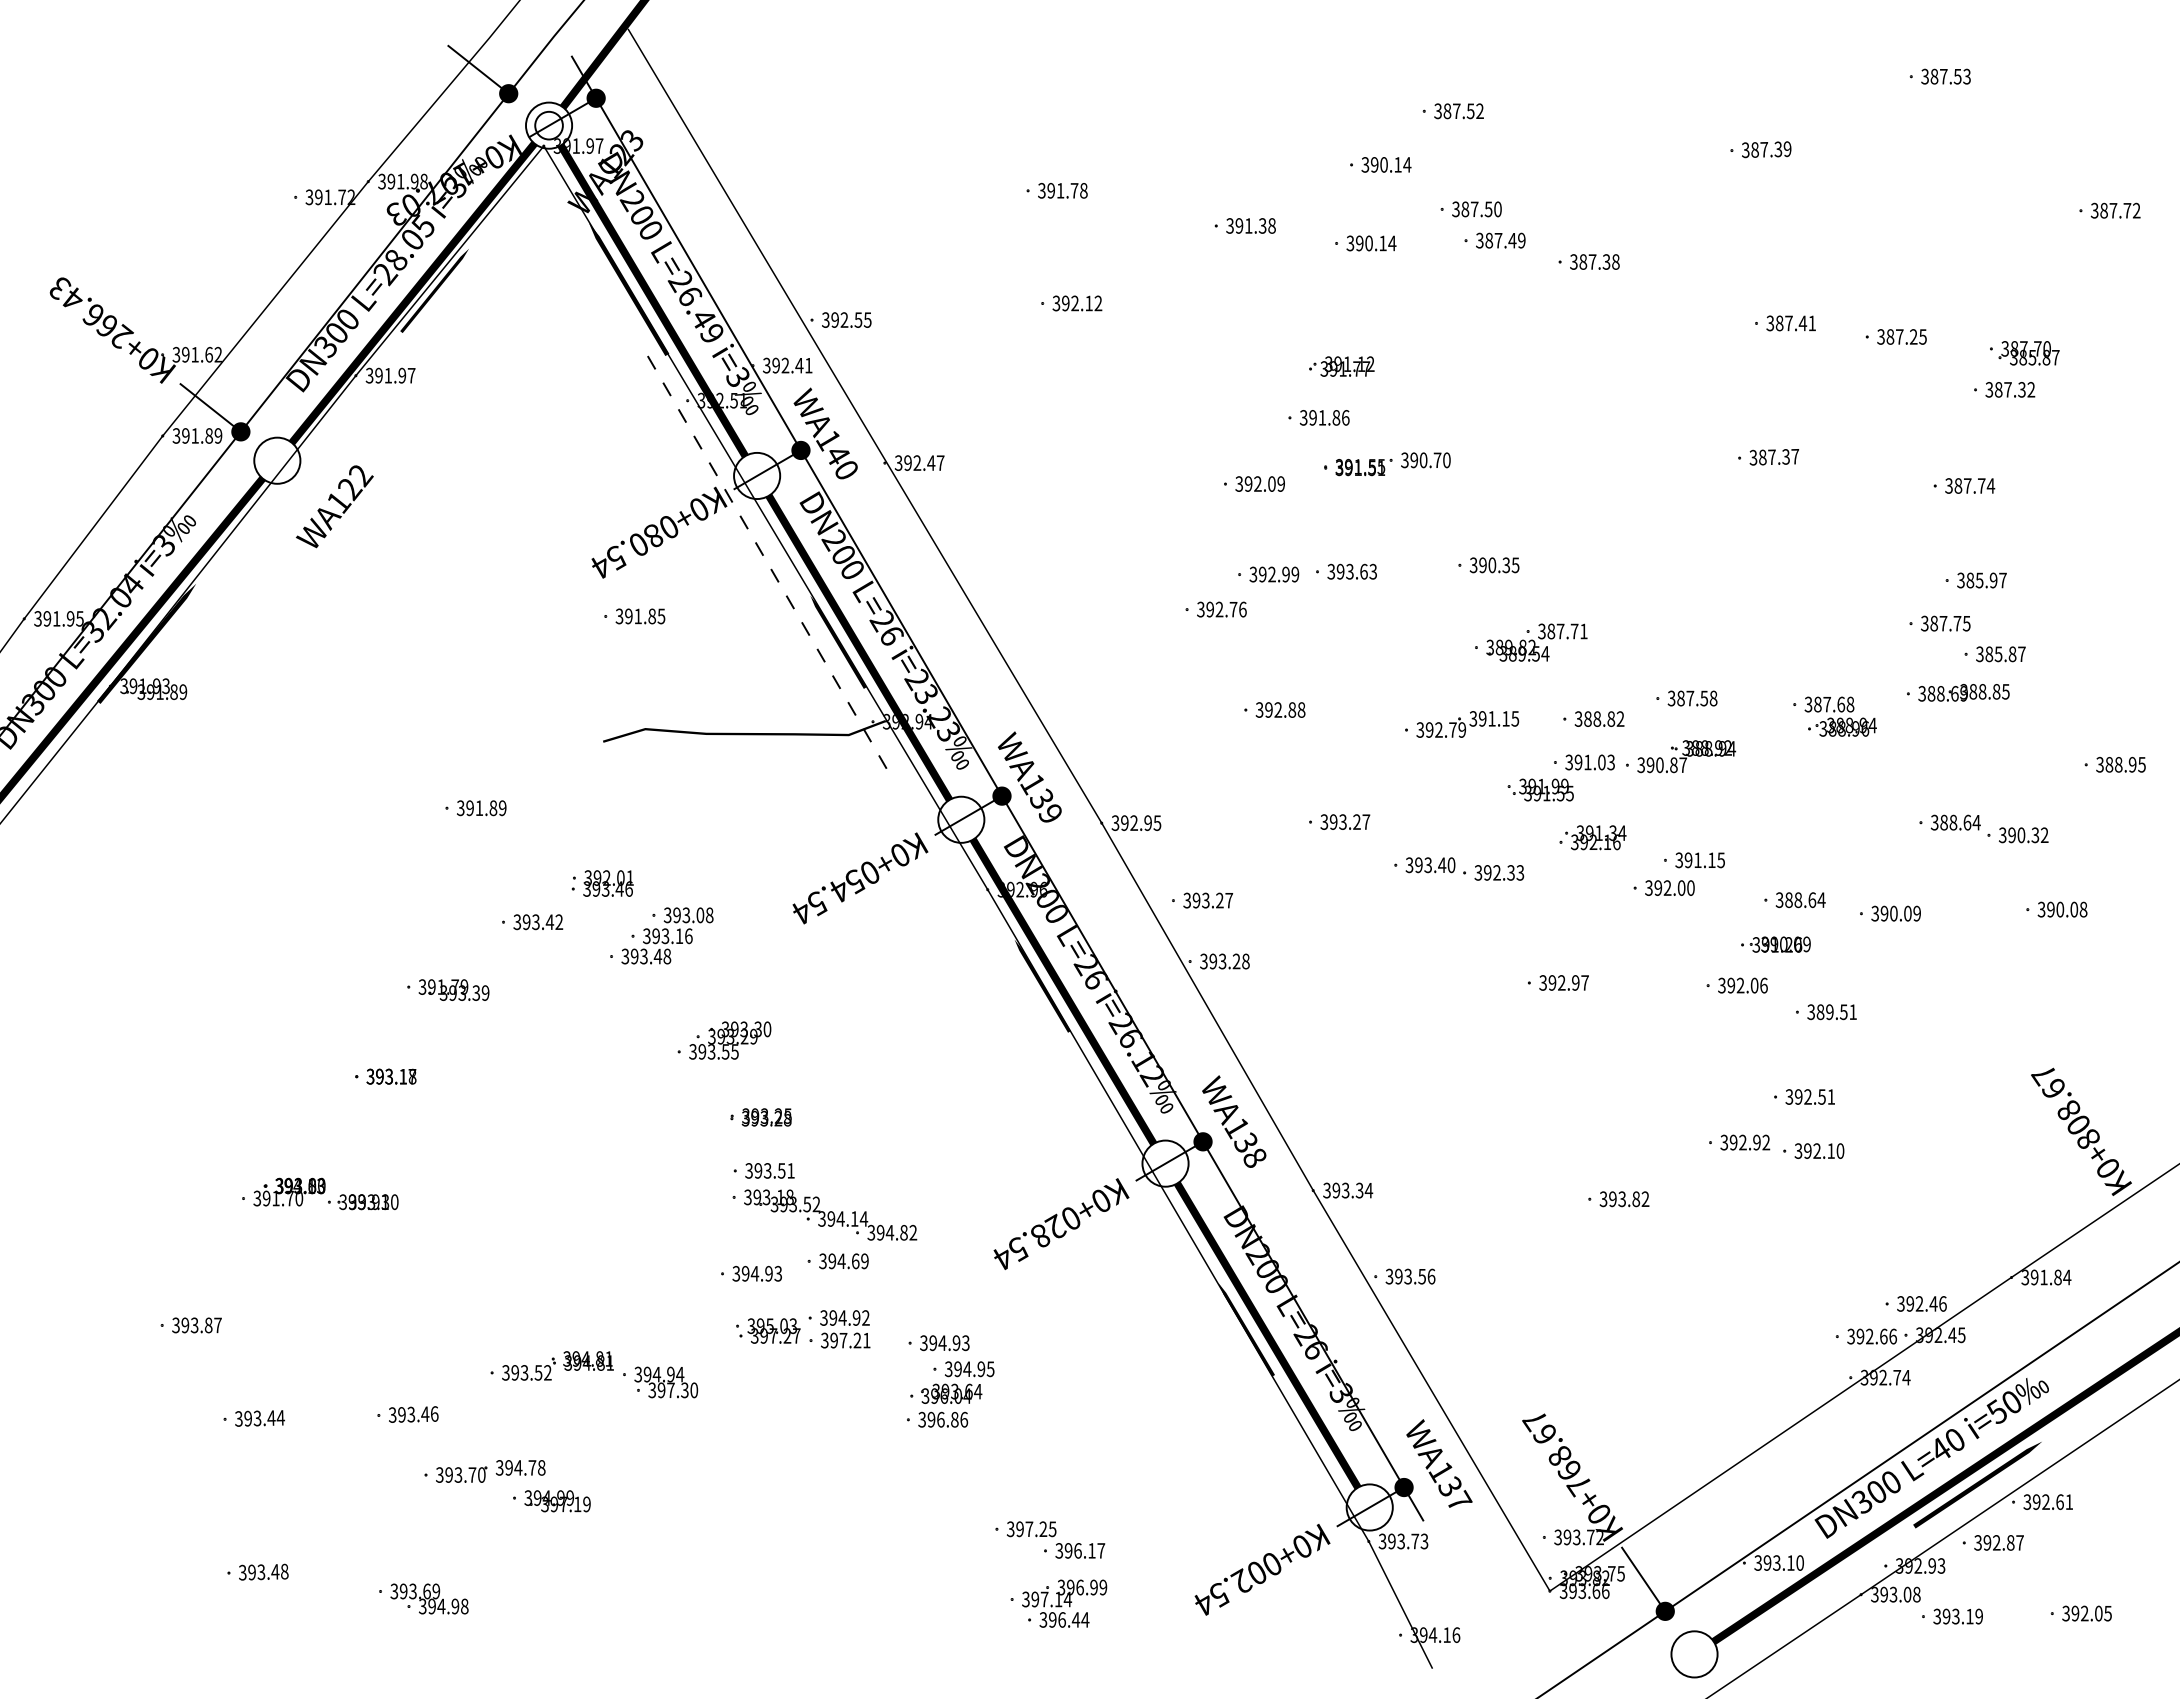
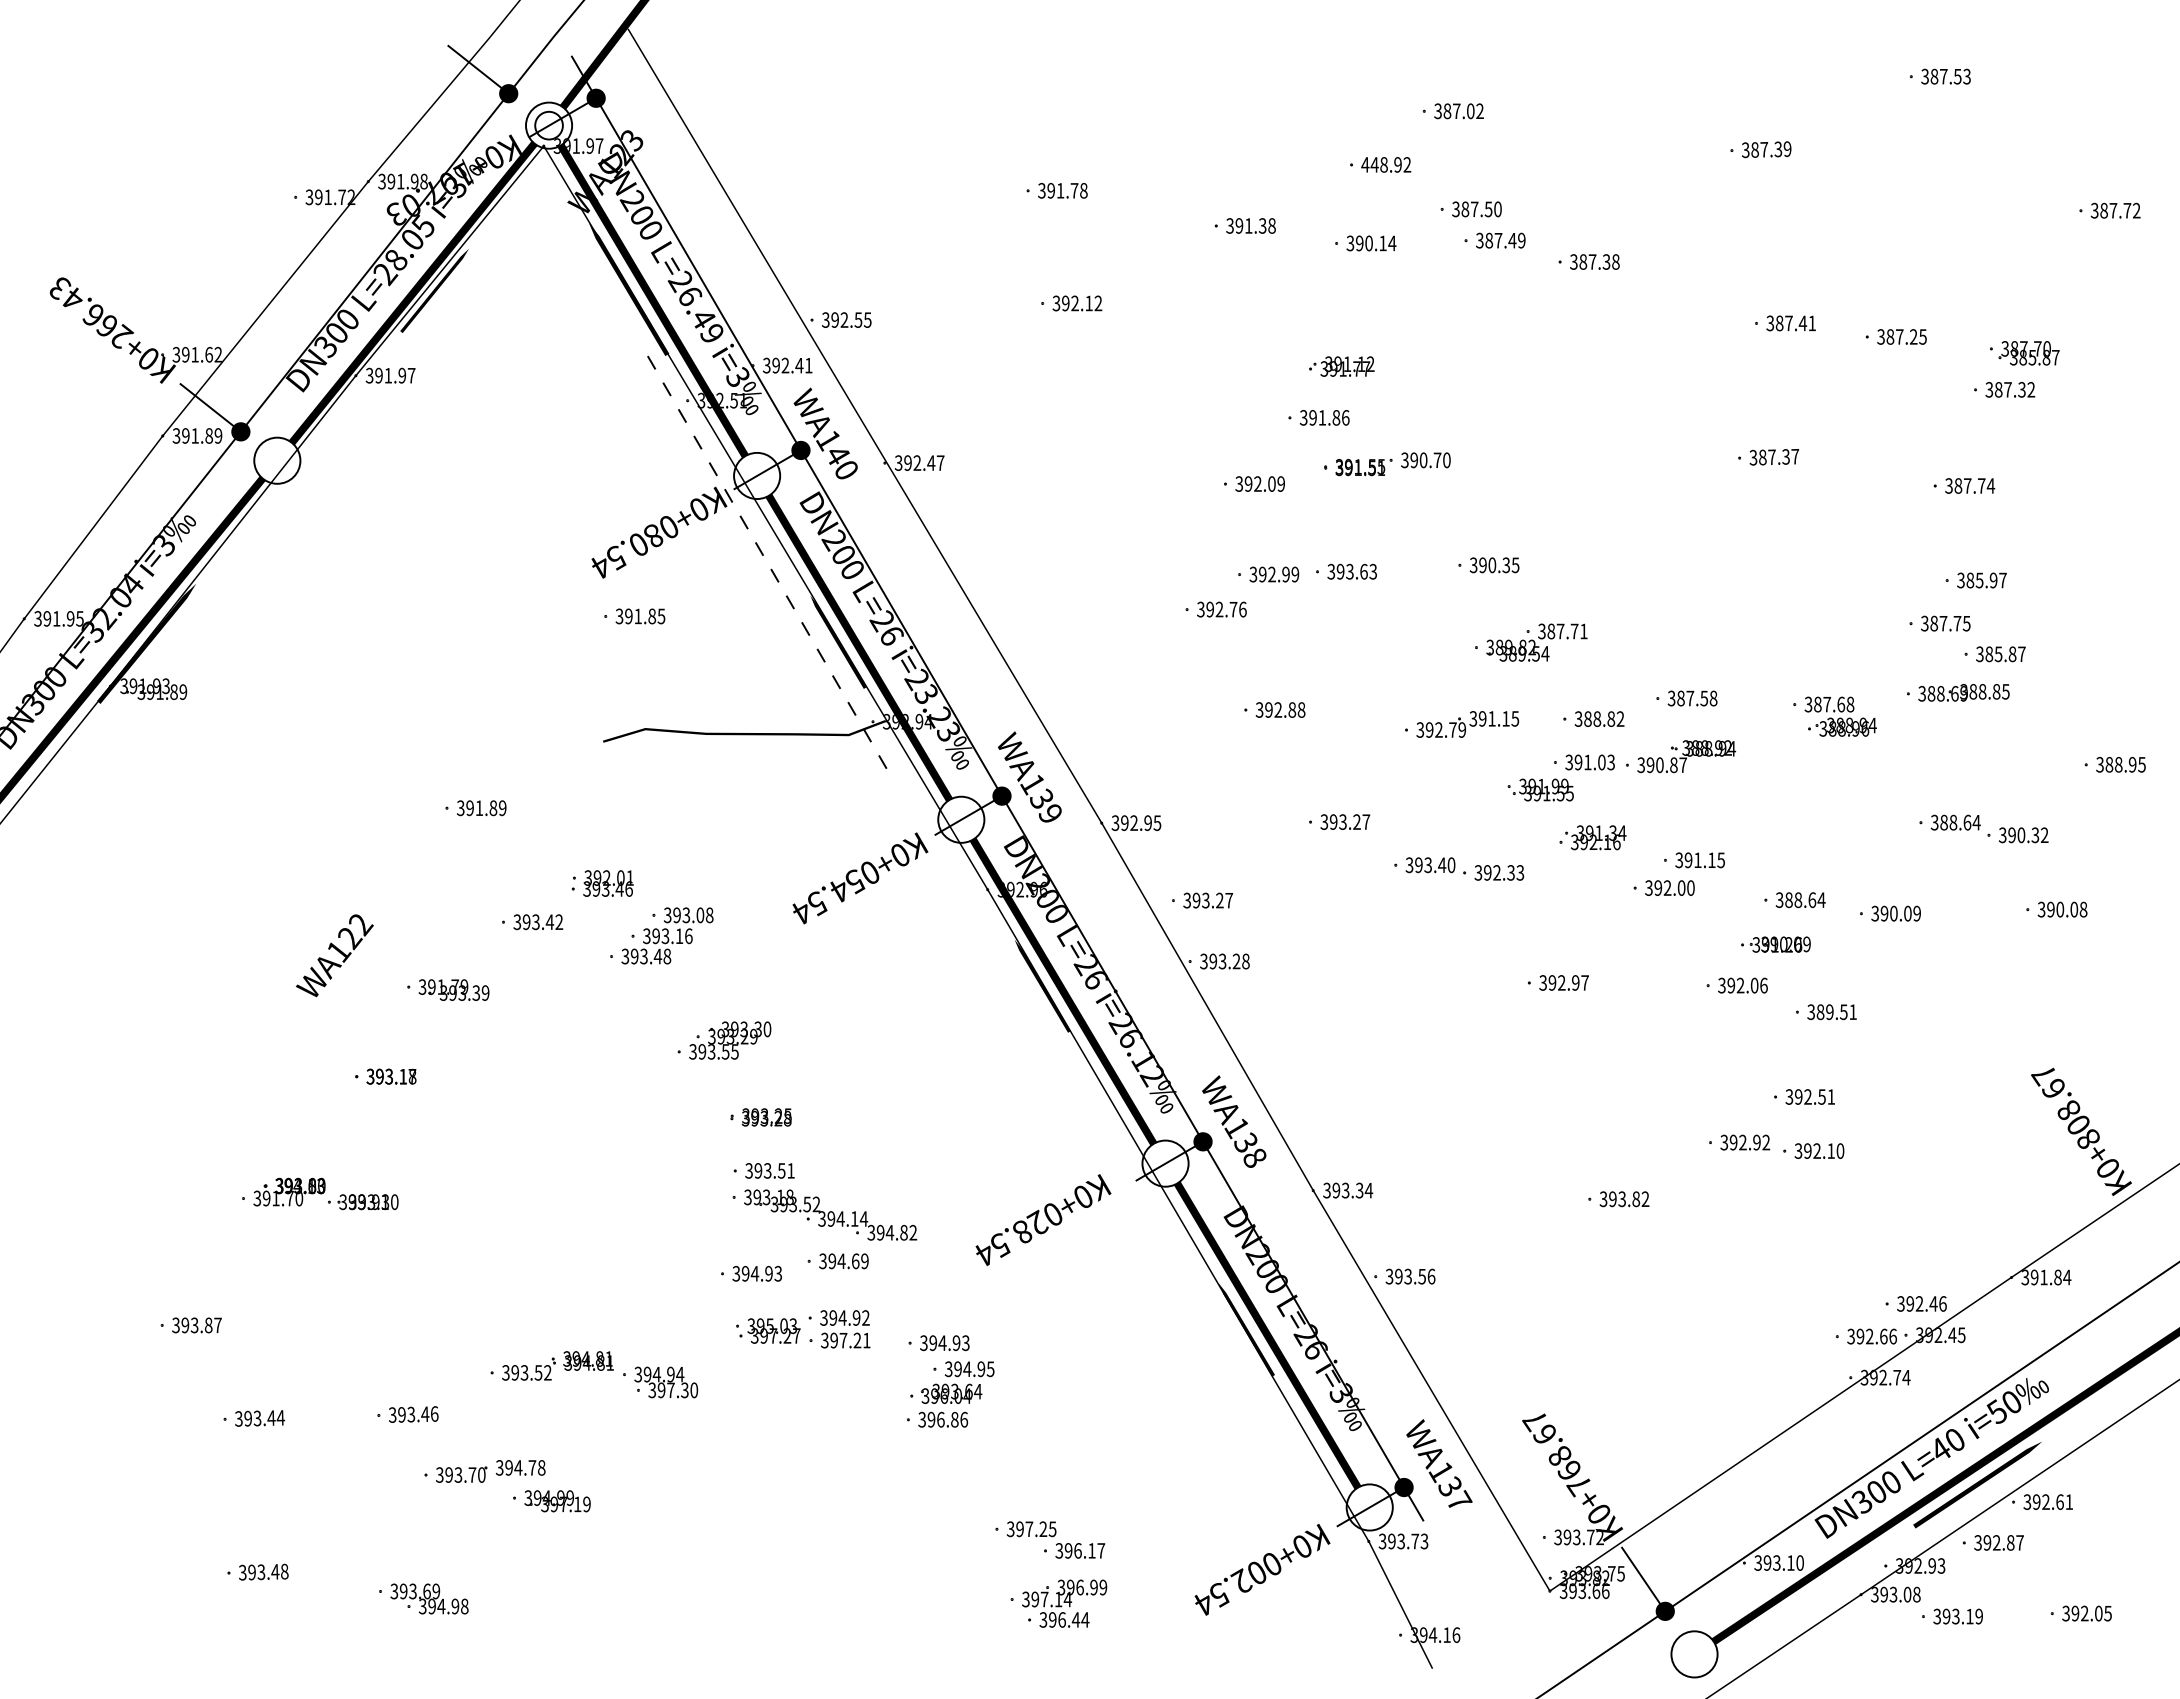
text at (1470, 111): 387.52 -> 387.02
text at (1386, 164): 390.14 -> 448.92
text at (334, 506) position: (334, 506) -> (334, 955)
text at (1061, 1223) position: (1061, 1223) -> (1043, 1219)
